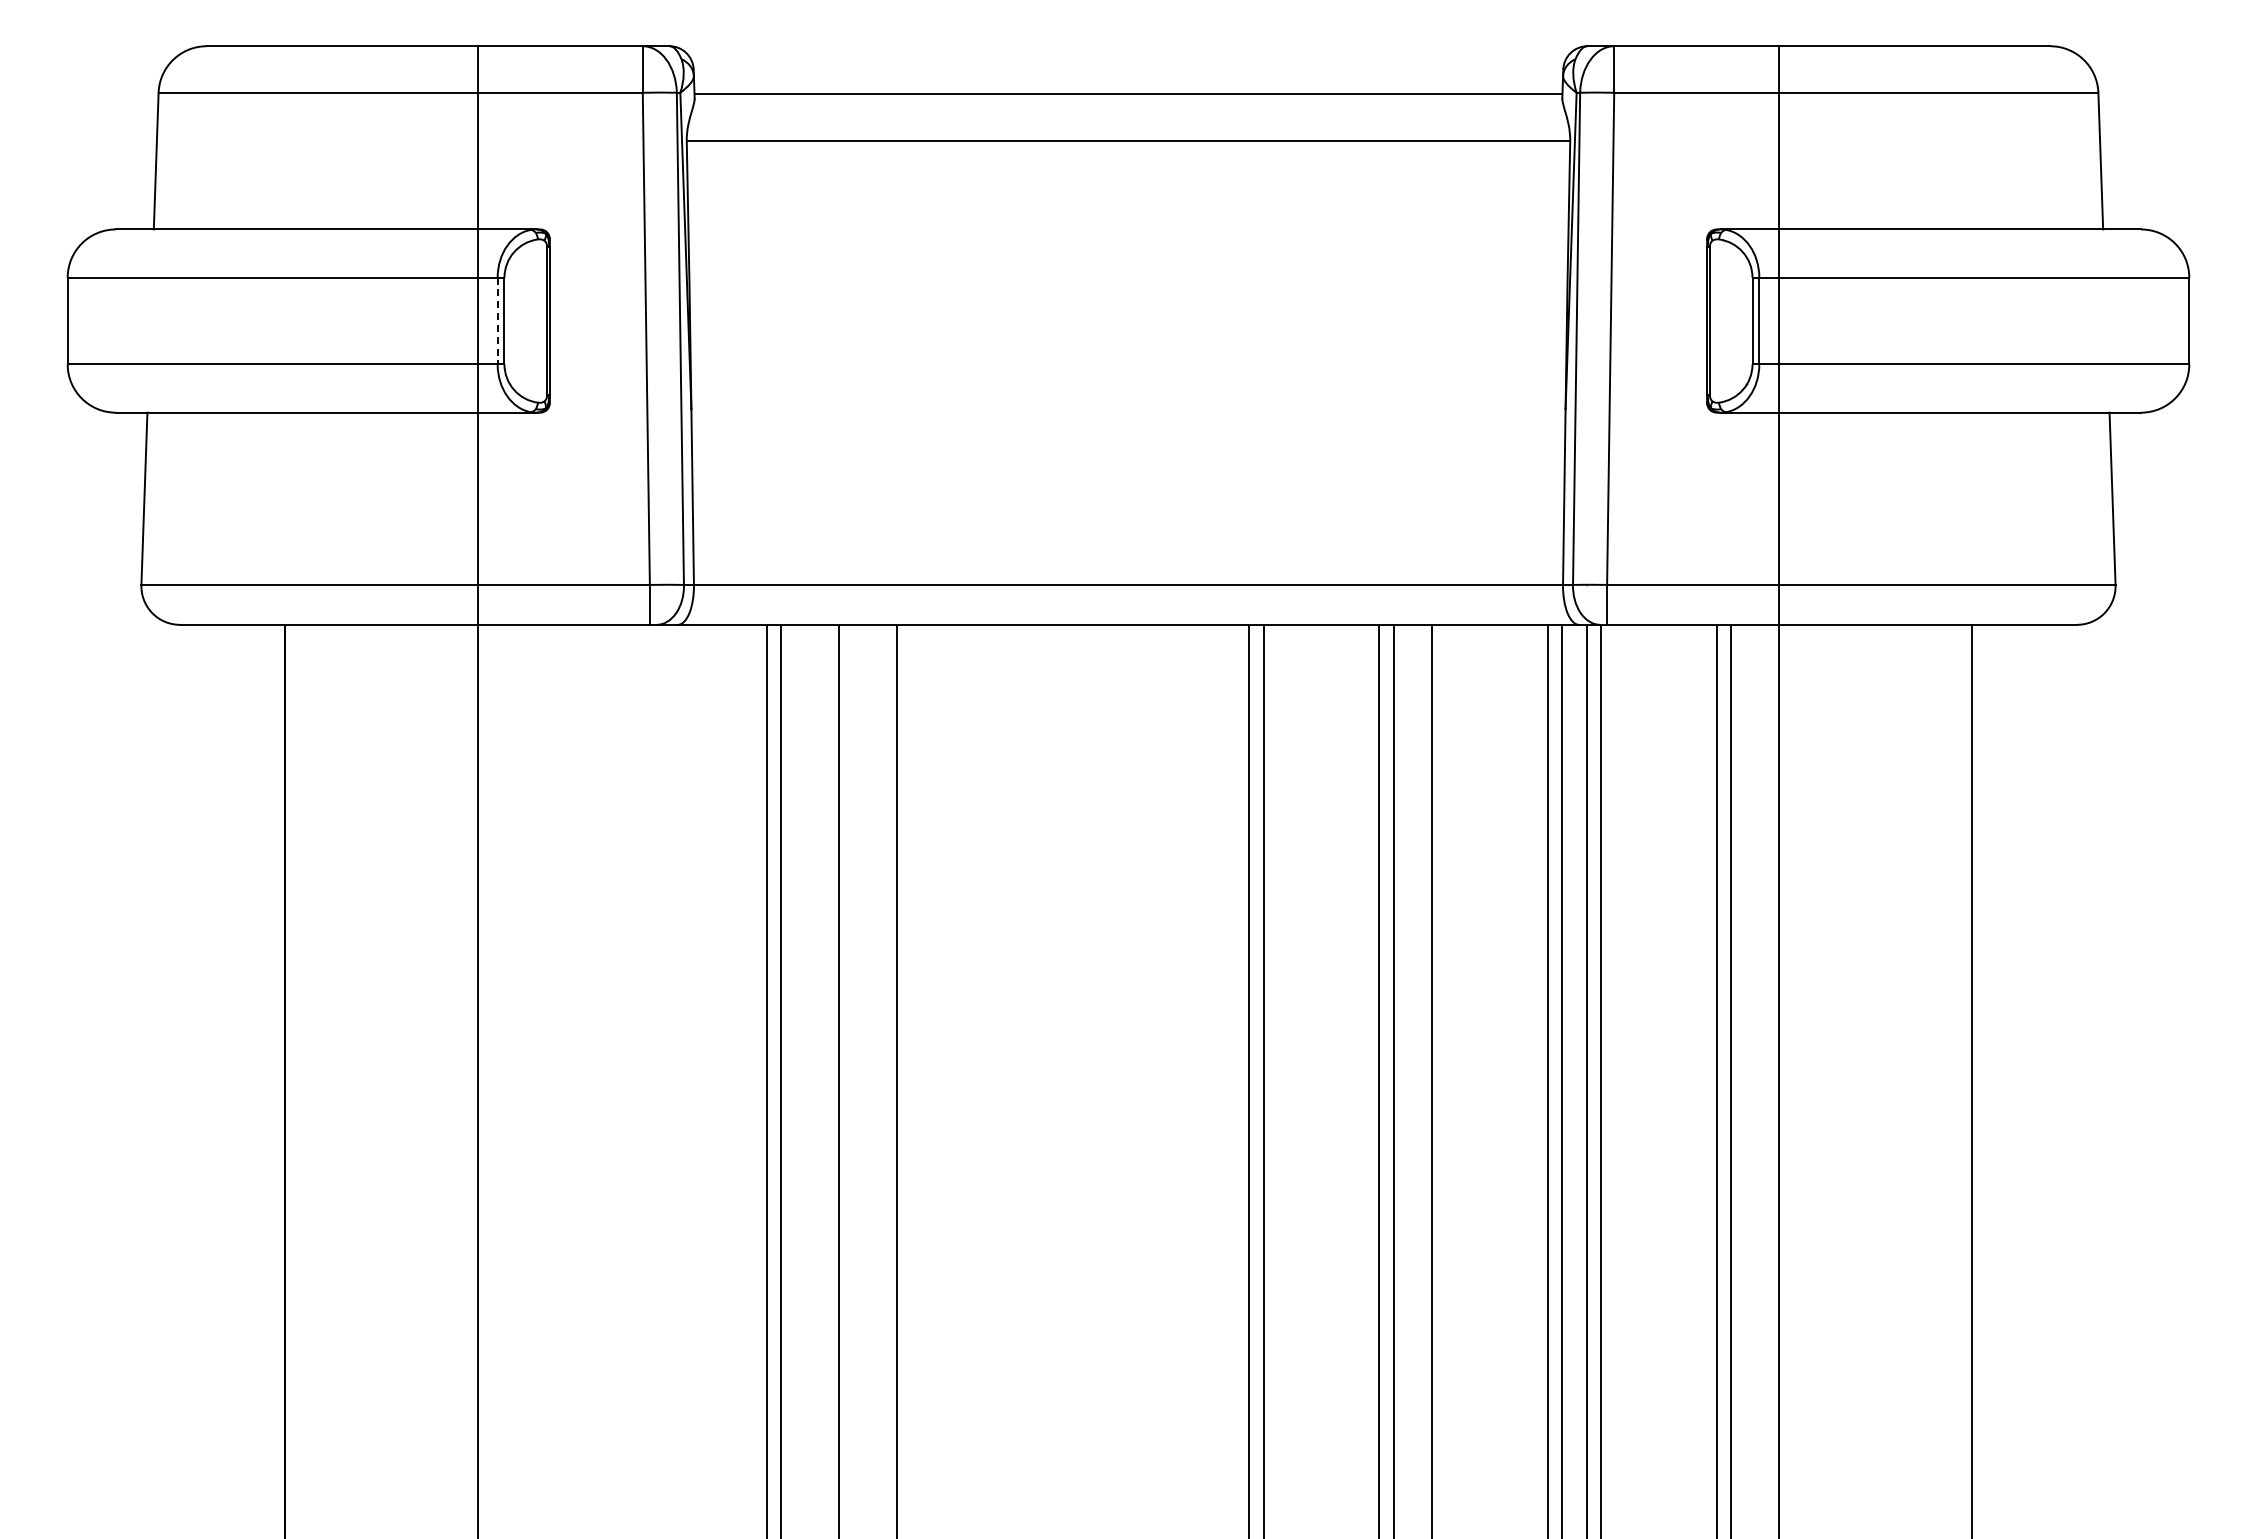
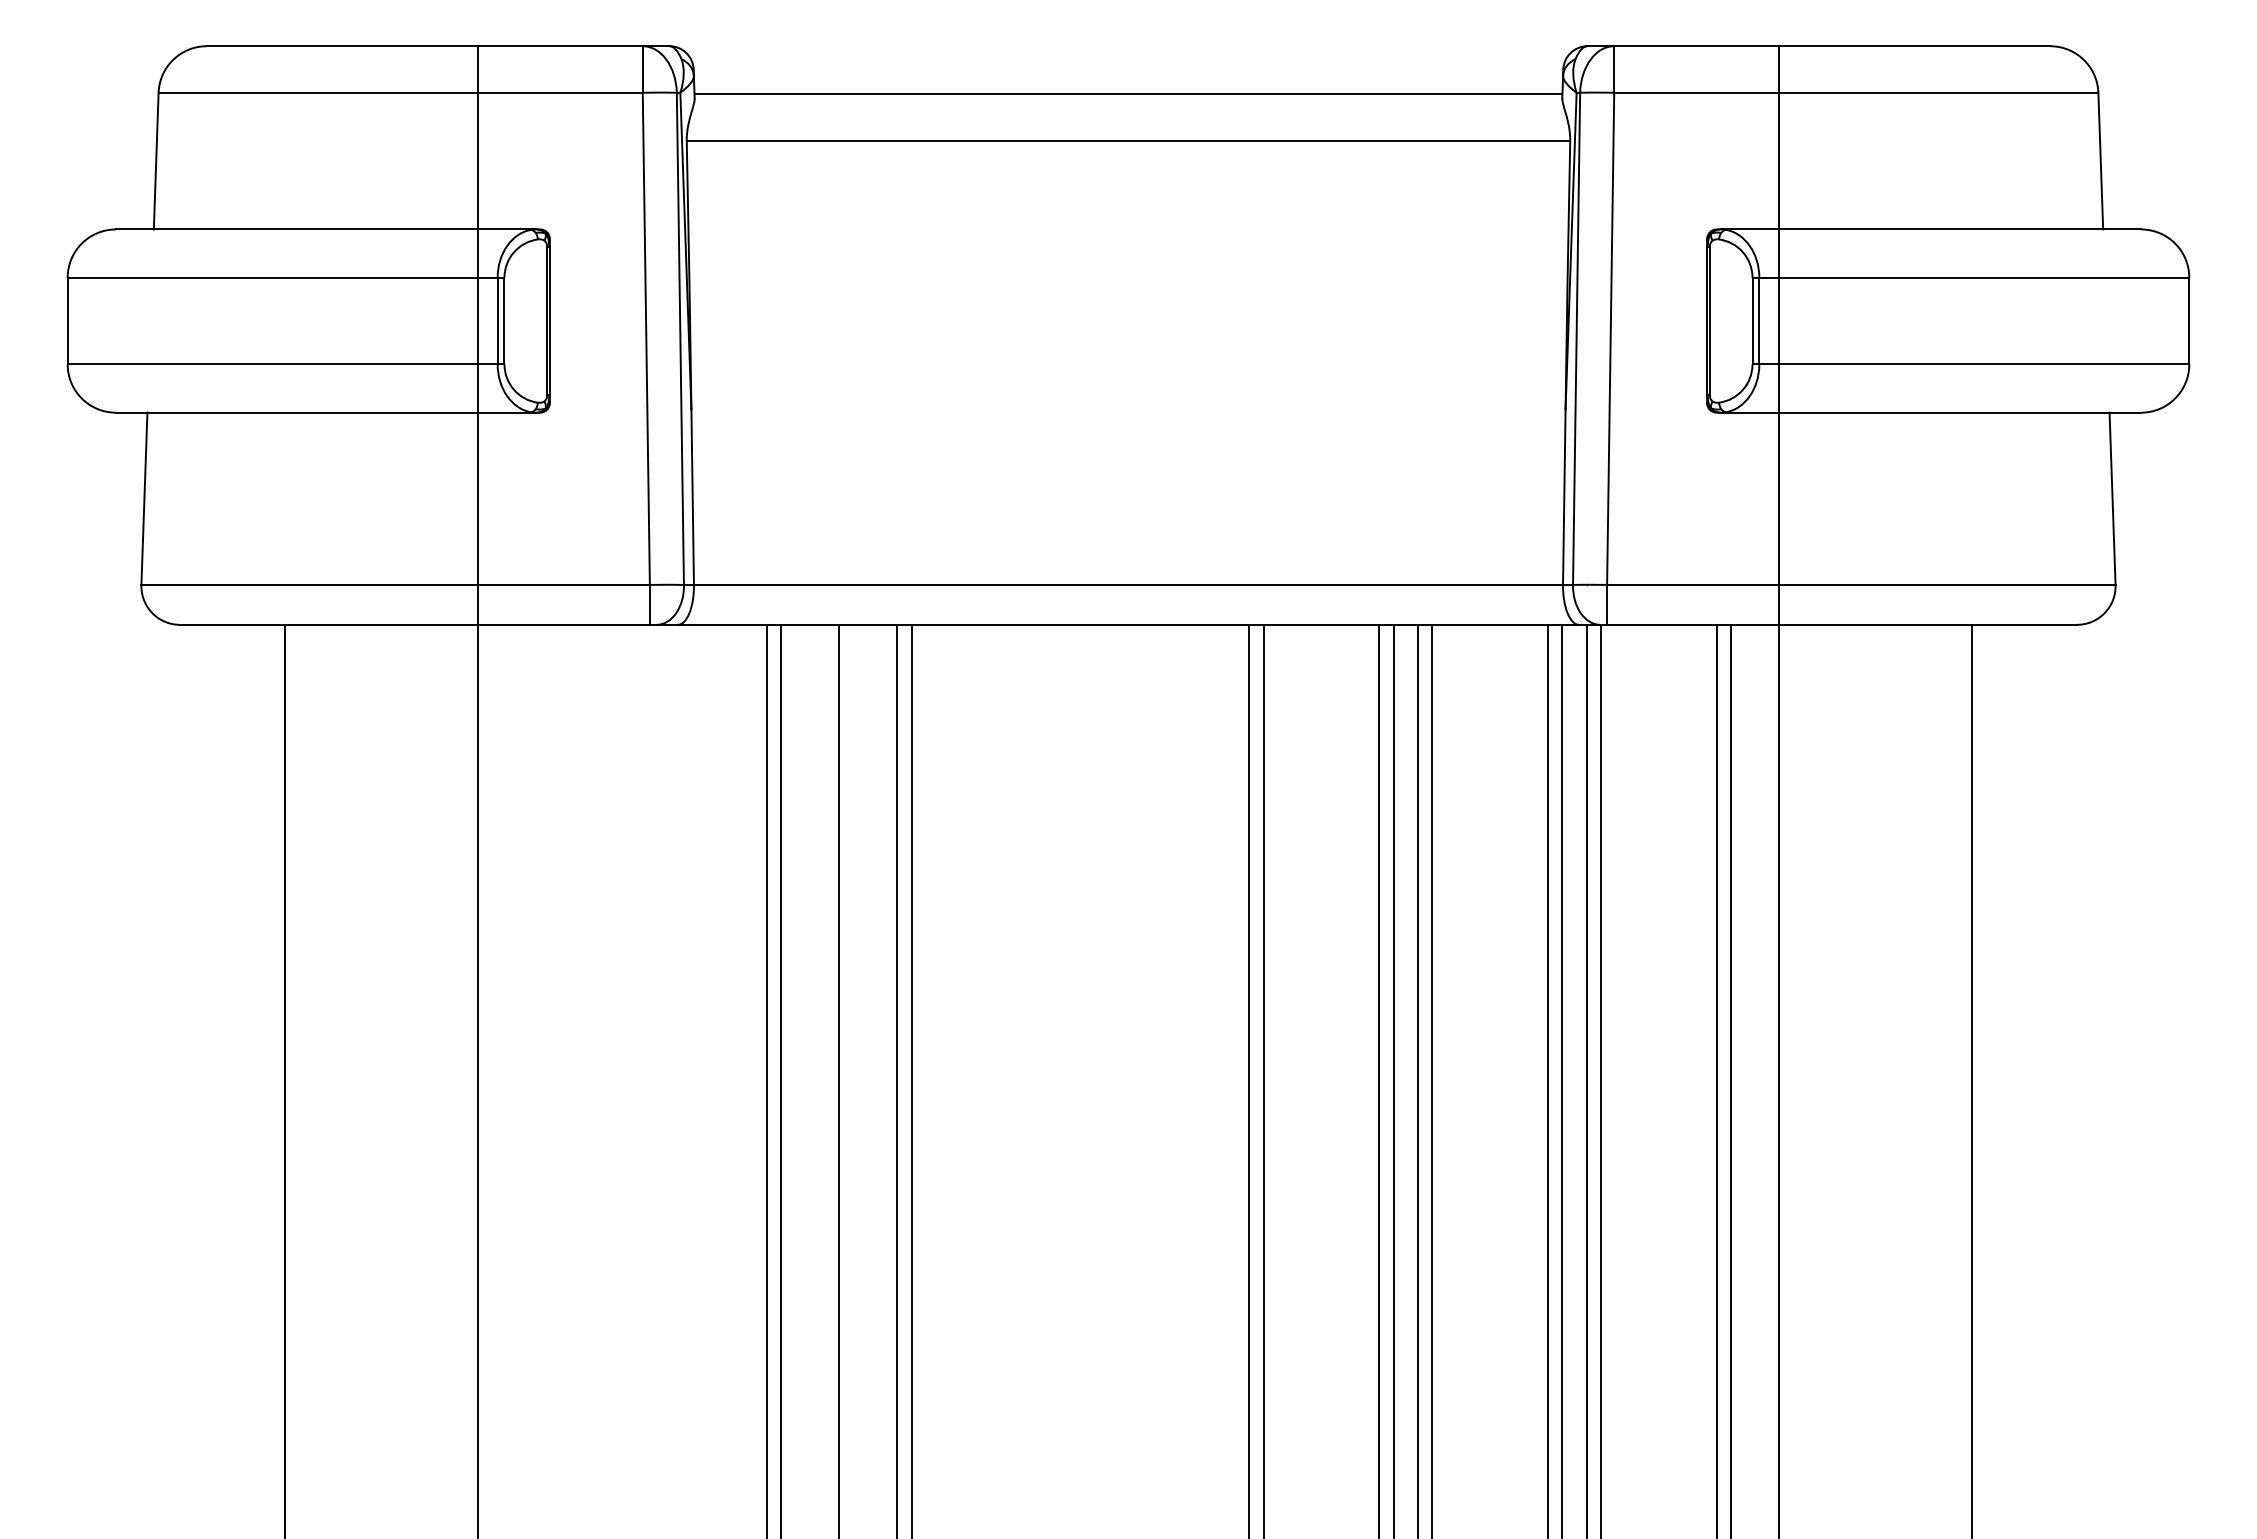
line at (497, 321): dashed -> solid
line at (911, 1079): none -> present
line at (1417, 1079): none -> present
